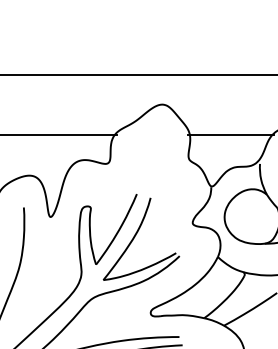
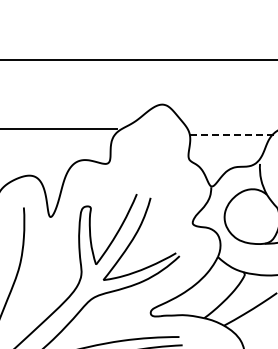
line at (138, 74) position: (138, 74) -> (138, 59)
line at (59, 134) position: (59, 134) -> (59, 128)
line at (231, 134): solid -> dashed
